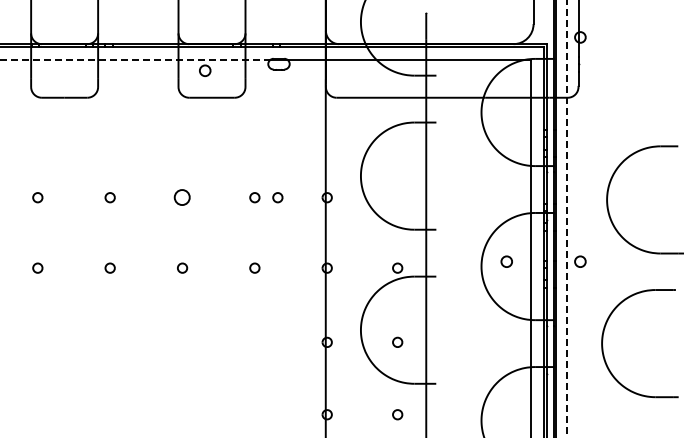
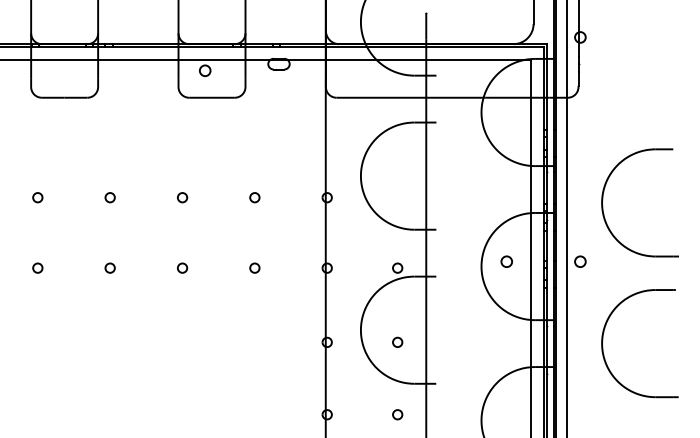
line at (135, 60): dashed -> solid
part at (608, 196) position: (608, 196) -> (603, 199)
circle at (181, 197) size: 18x17 px -> 12x12 px
circle at (277, 197): present -> none
line at (567, 218): dashed -> solid
